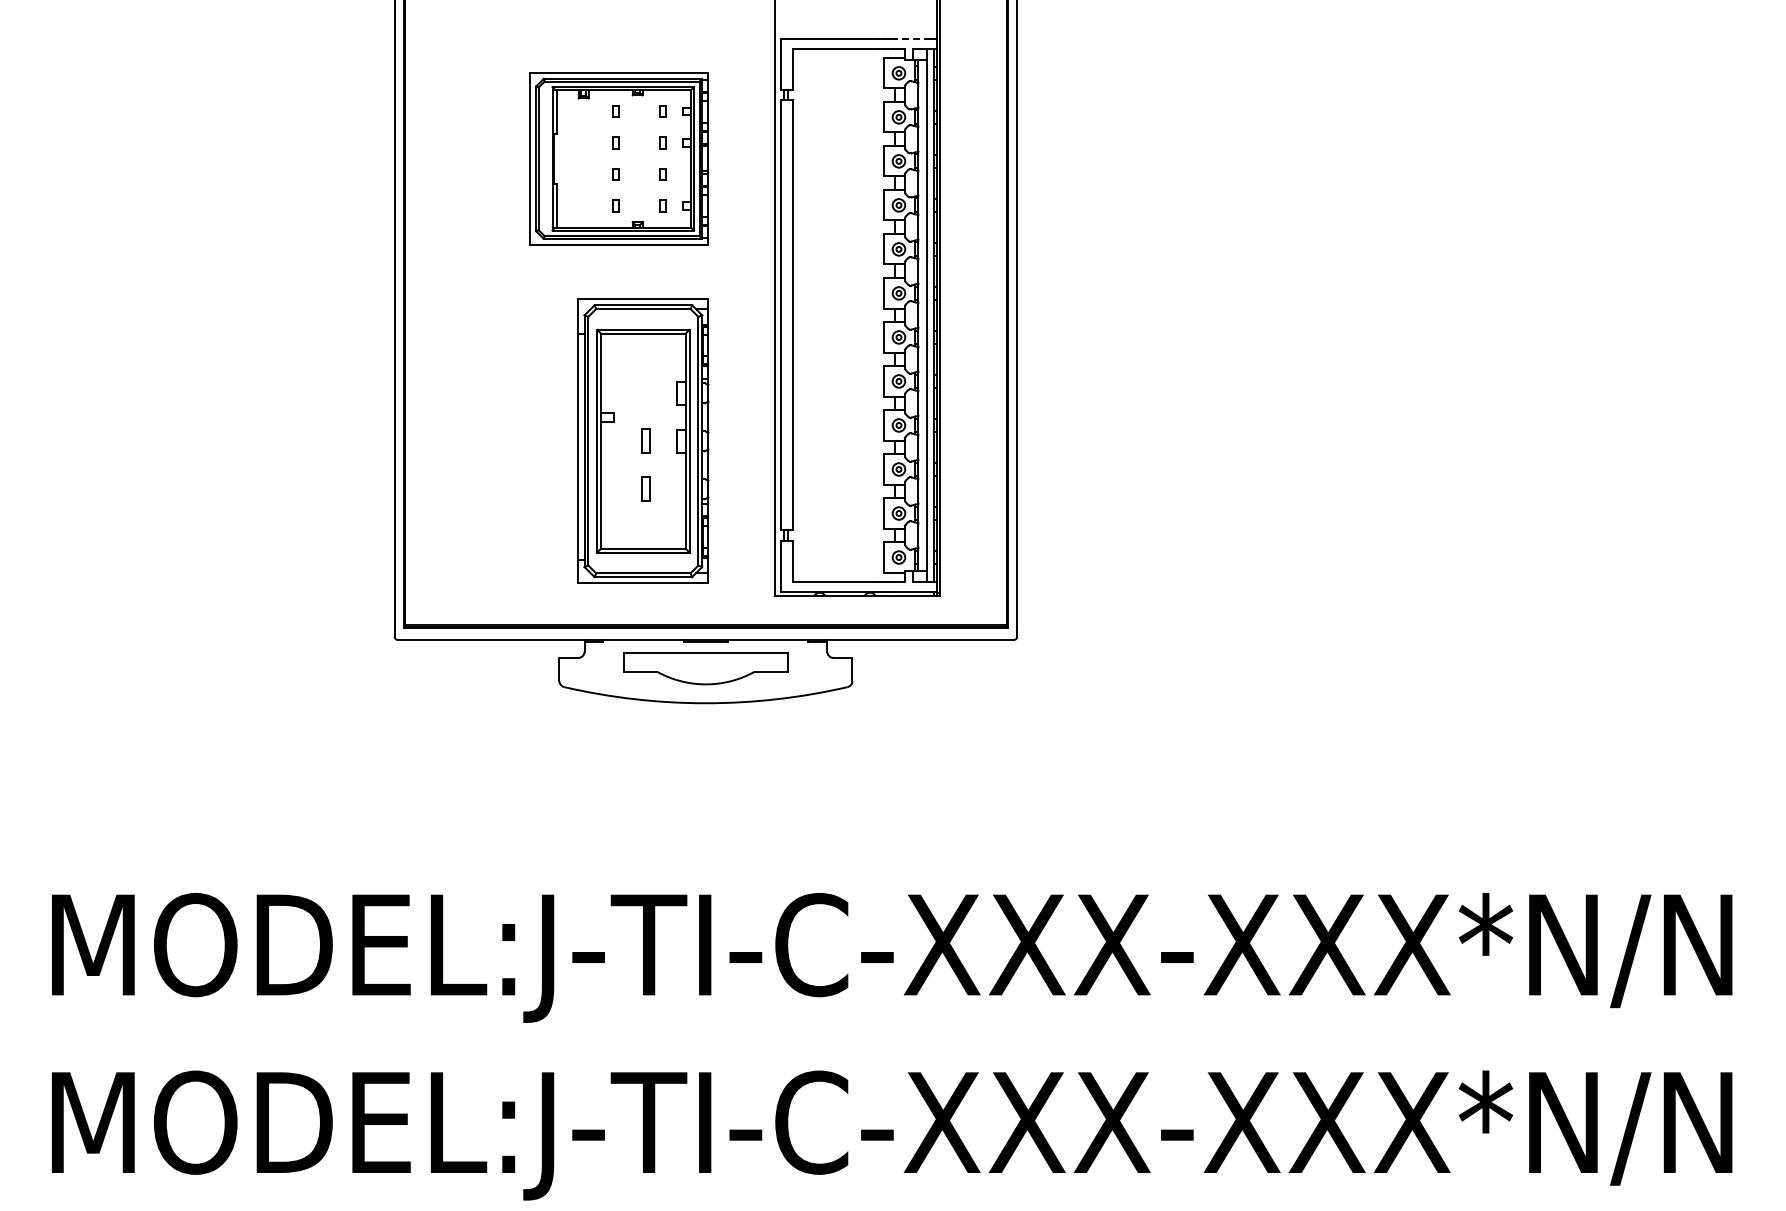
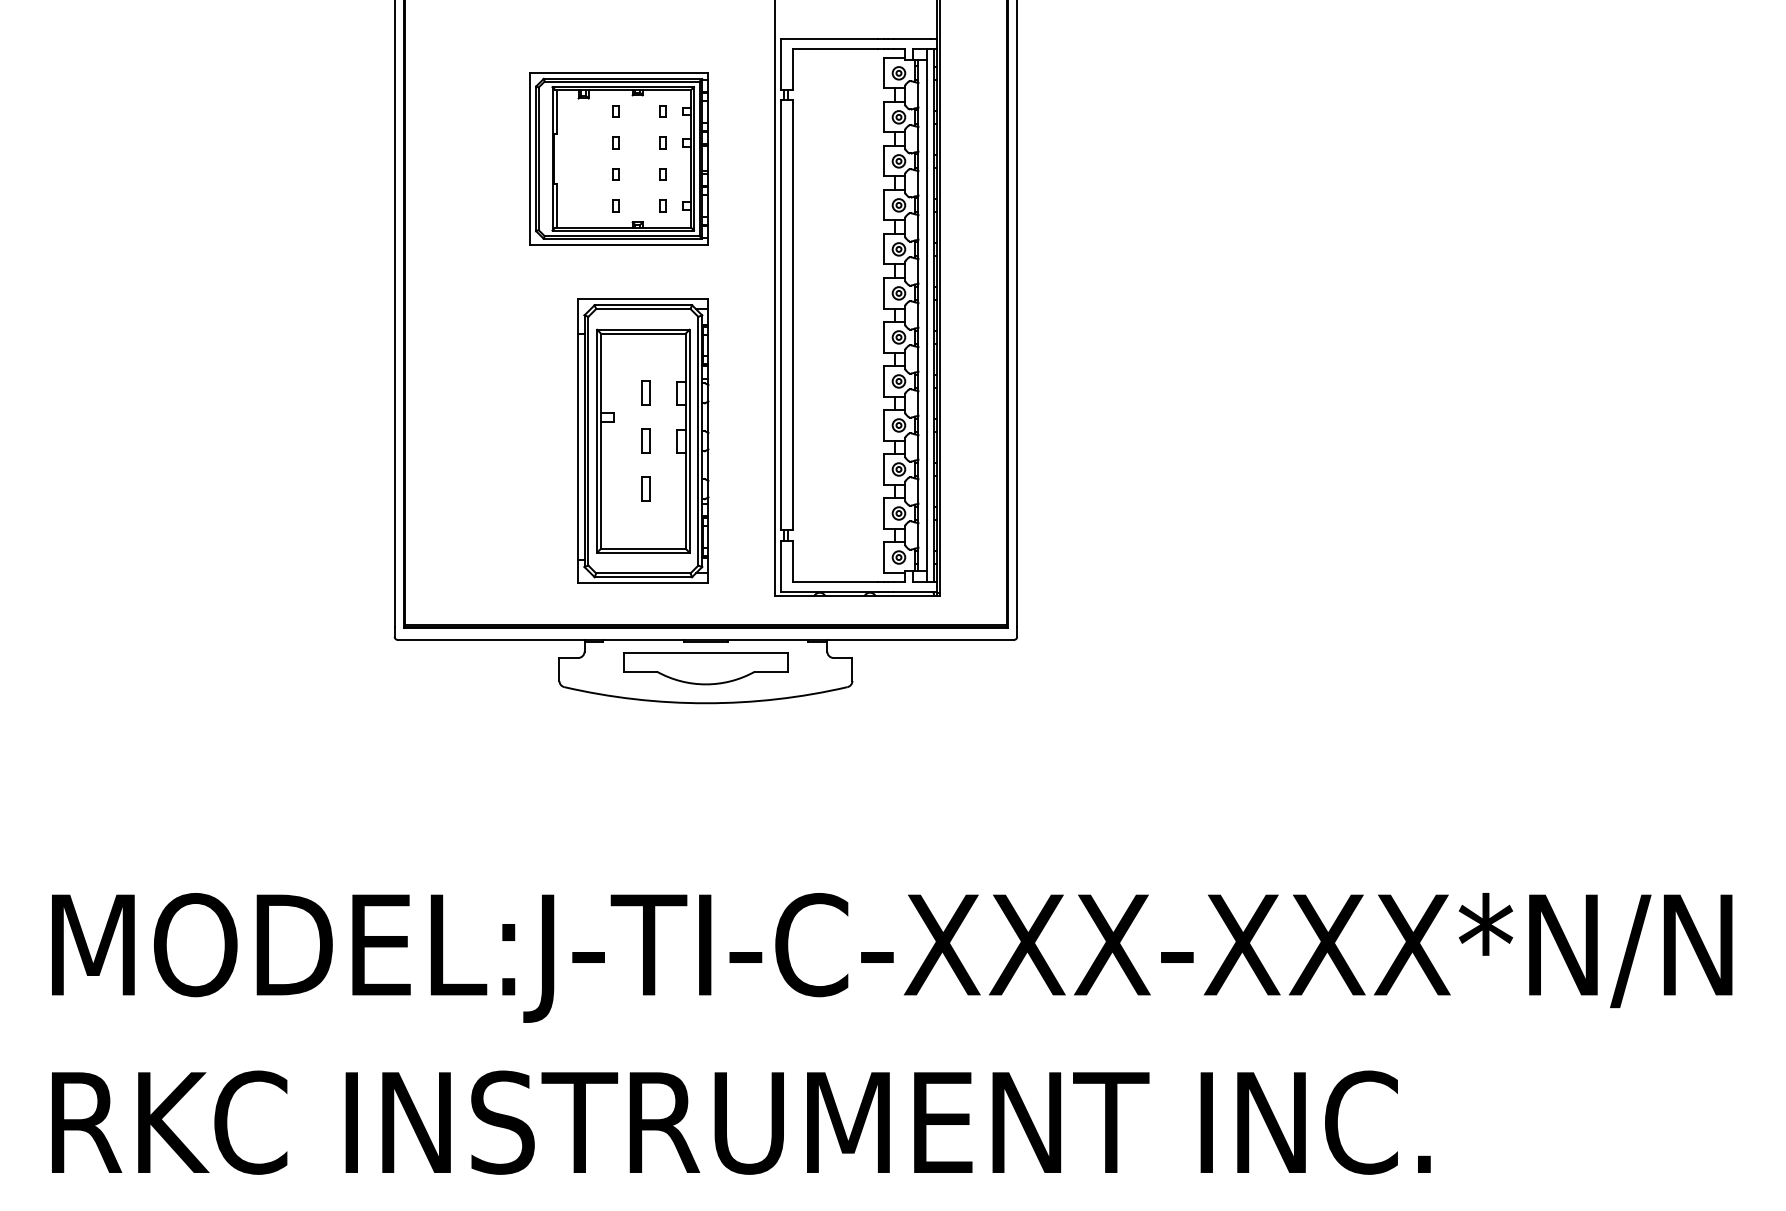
line at (912, 38): dashed -> solid
part at (645, 392): none -> present
text at (897, 1135): MODEL:J-TI-C-XXX-XXX*N/N -> RKC INSTRUMENT INC.
